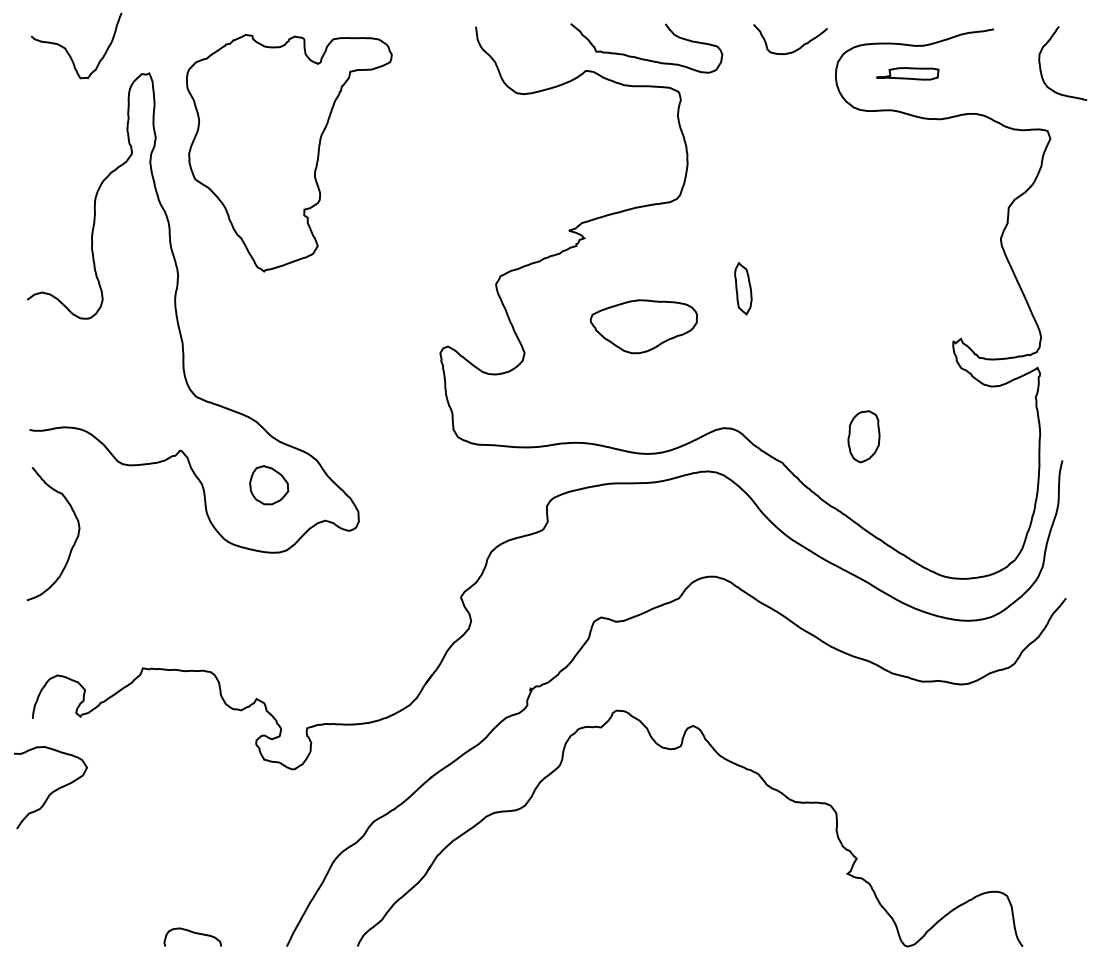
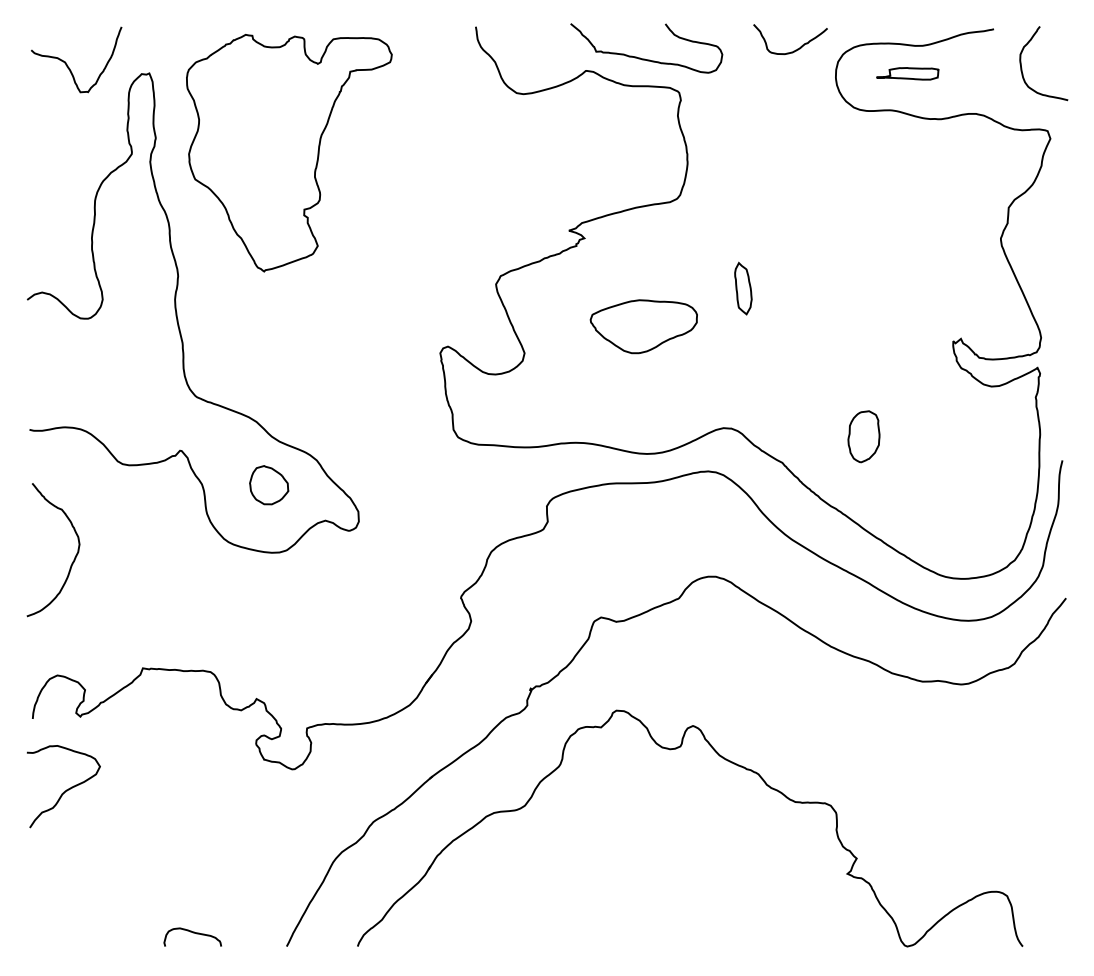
curve at (67, 50) position: (67, 50) -> (67, 64)
curve at (1041, 68) position: (1041, 68) -> (1022, 68)
curve at (73, 543) position: (73, 543) -> (73, 559)
curve at (53, 790) position: (53, 790) -> (66, 789)
